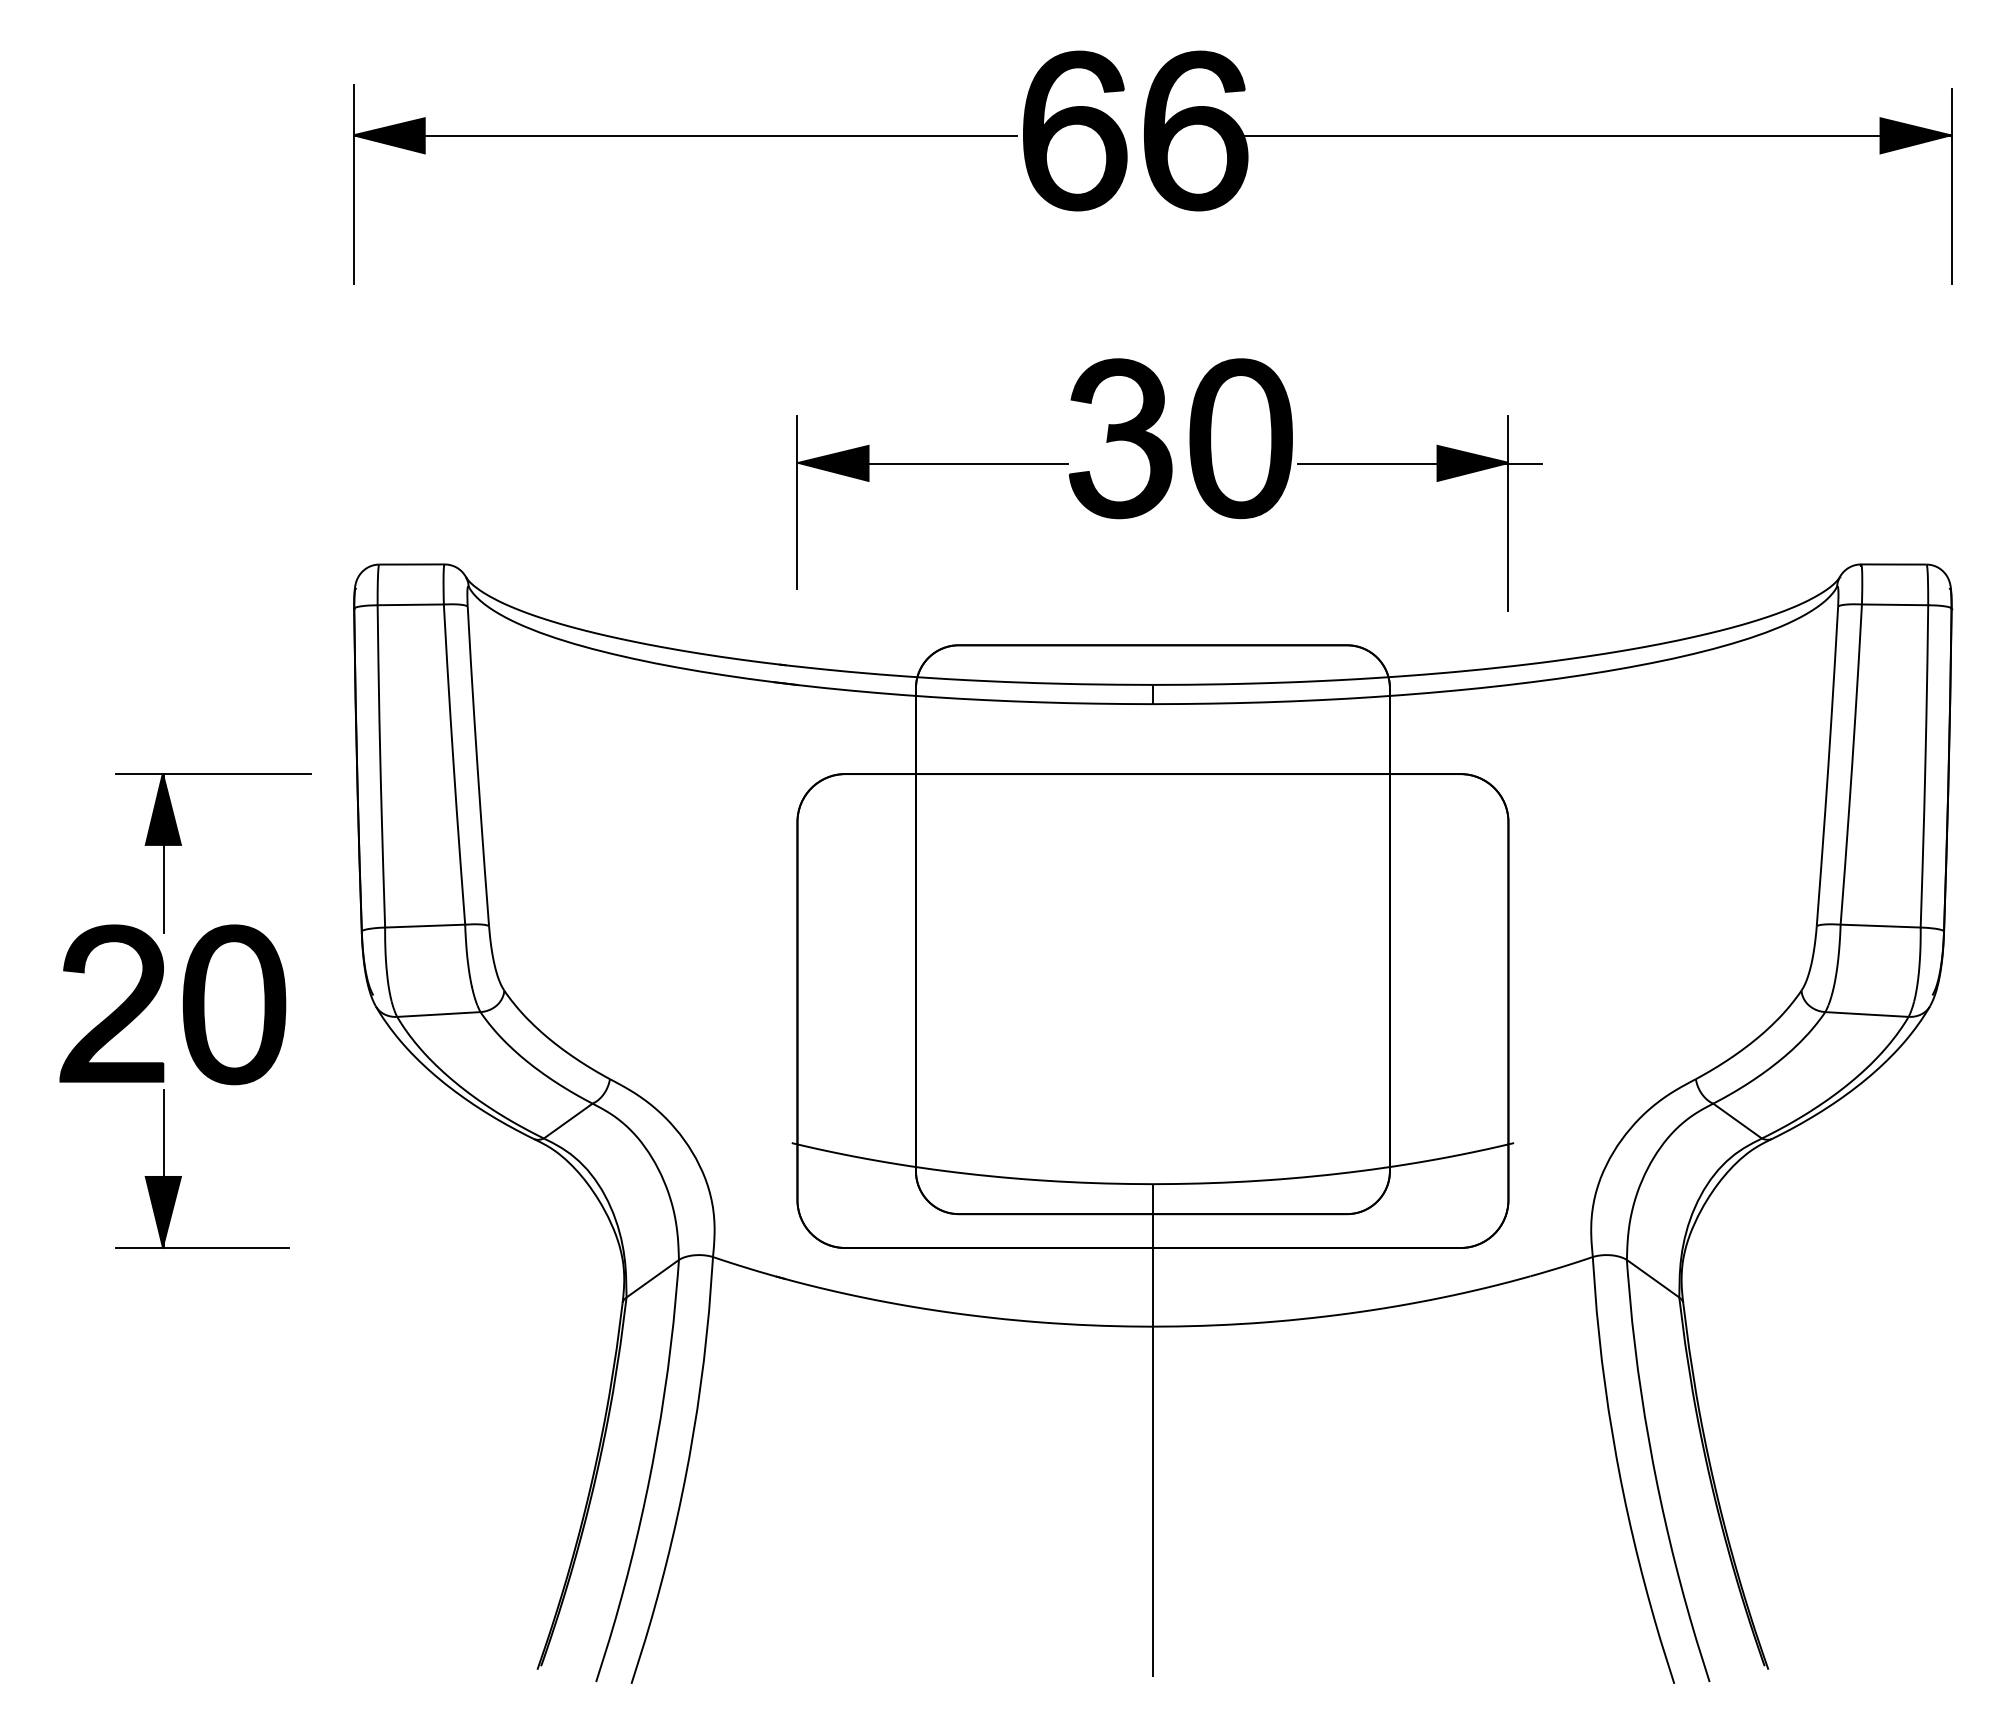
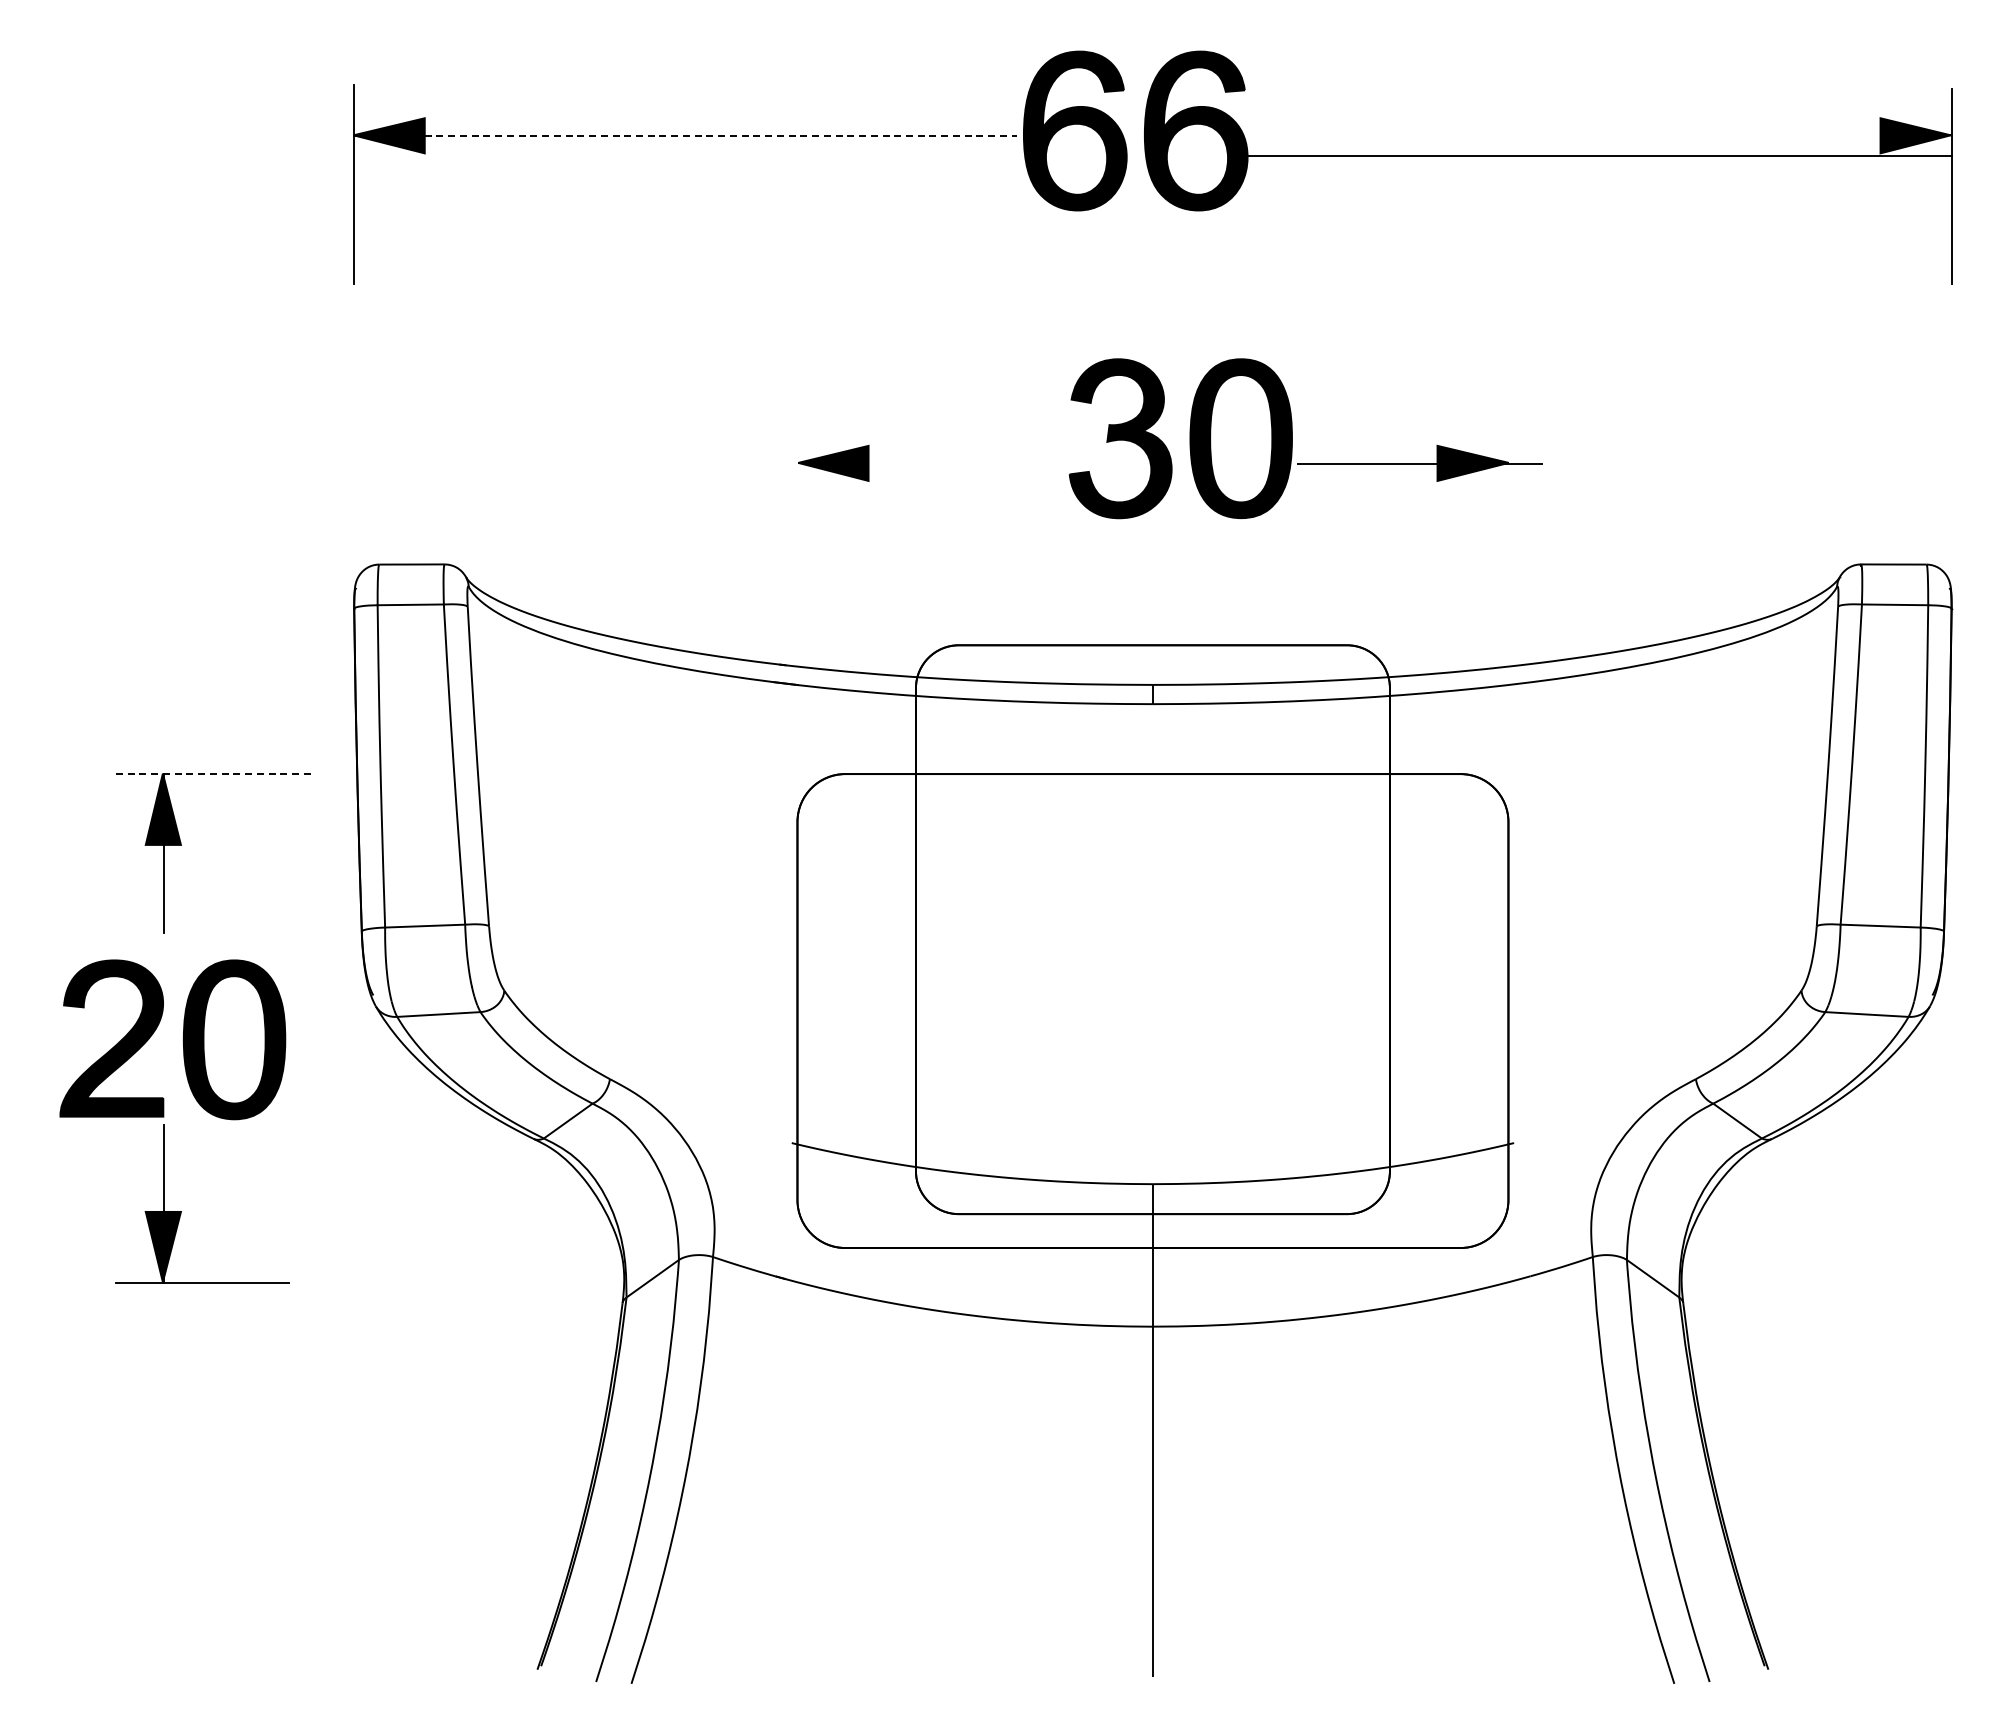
line at (686, 136): solid -> dashed
line at (1596, 136) position: (1596, 136) -> (1596, 156)
line at (948, 463): present -> none
line at (797, 502): present -> none
line at (1508, 513): present -> none
line at (213, 774): solid -> dashed
part at (164, 1089) position: (164, 1089) -> (164, 1124)
